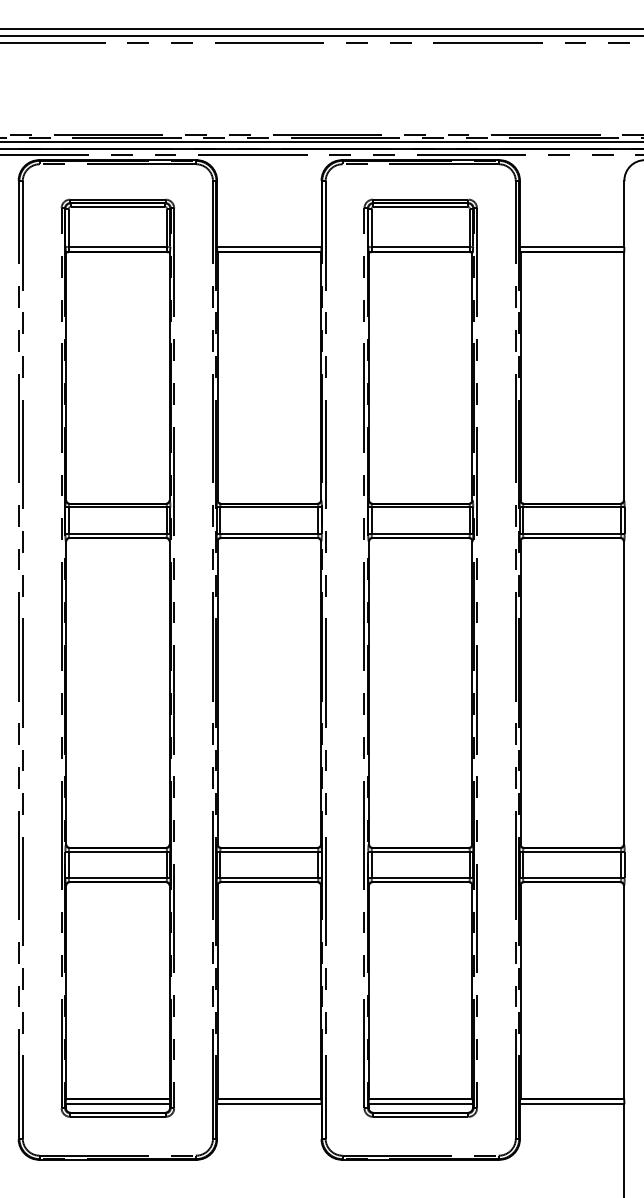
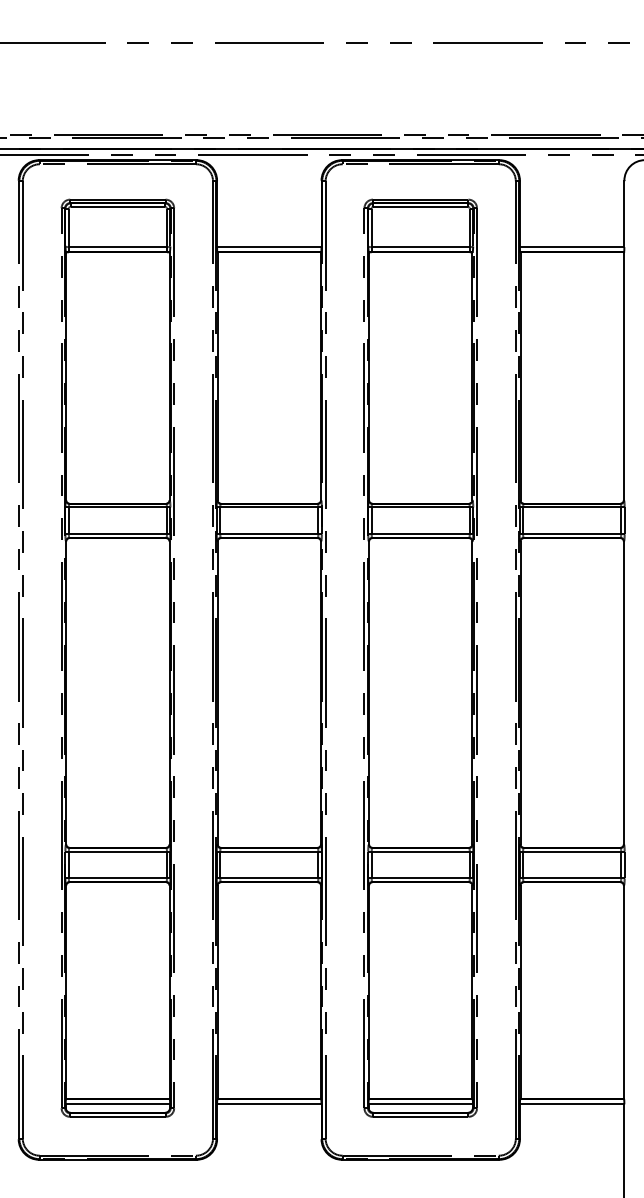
line at (321, 28): present -> none
line at (321, 35): present -> none
line at (321, 141): present -> none
